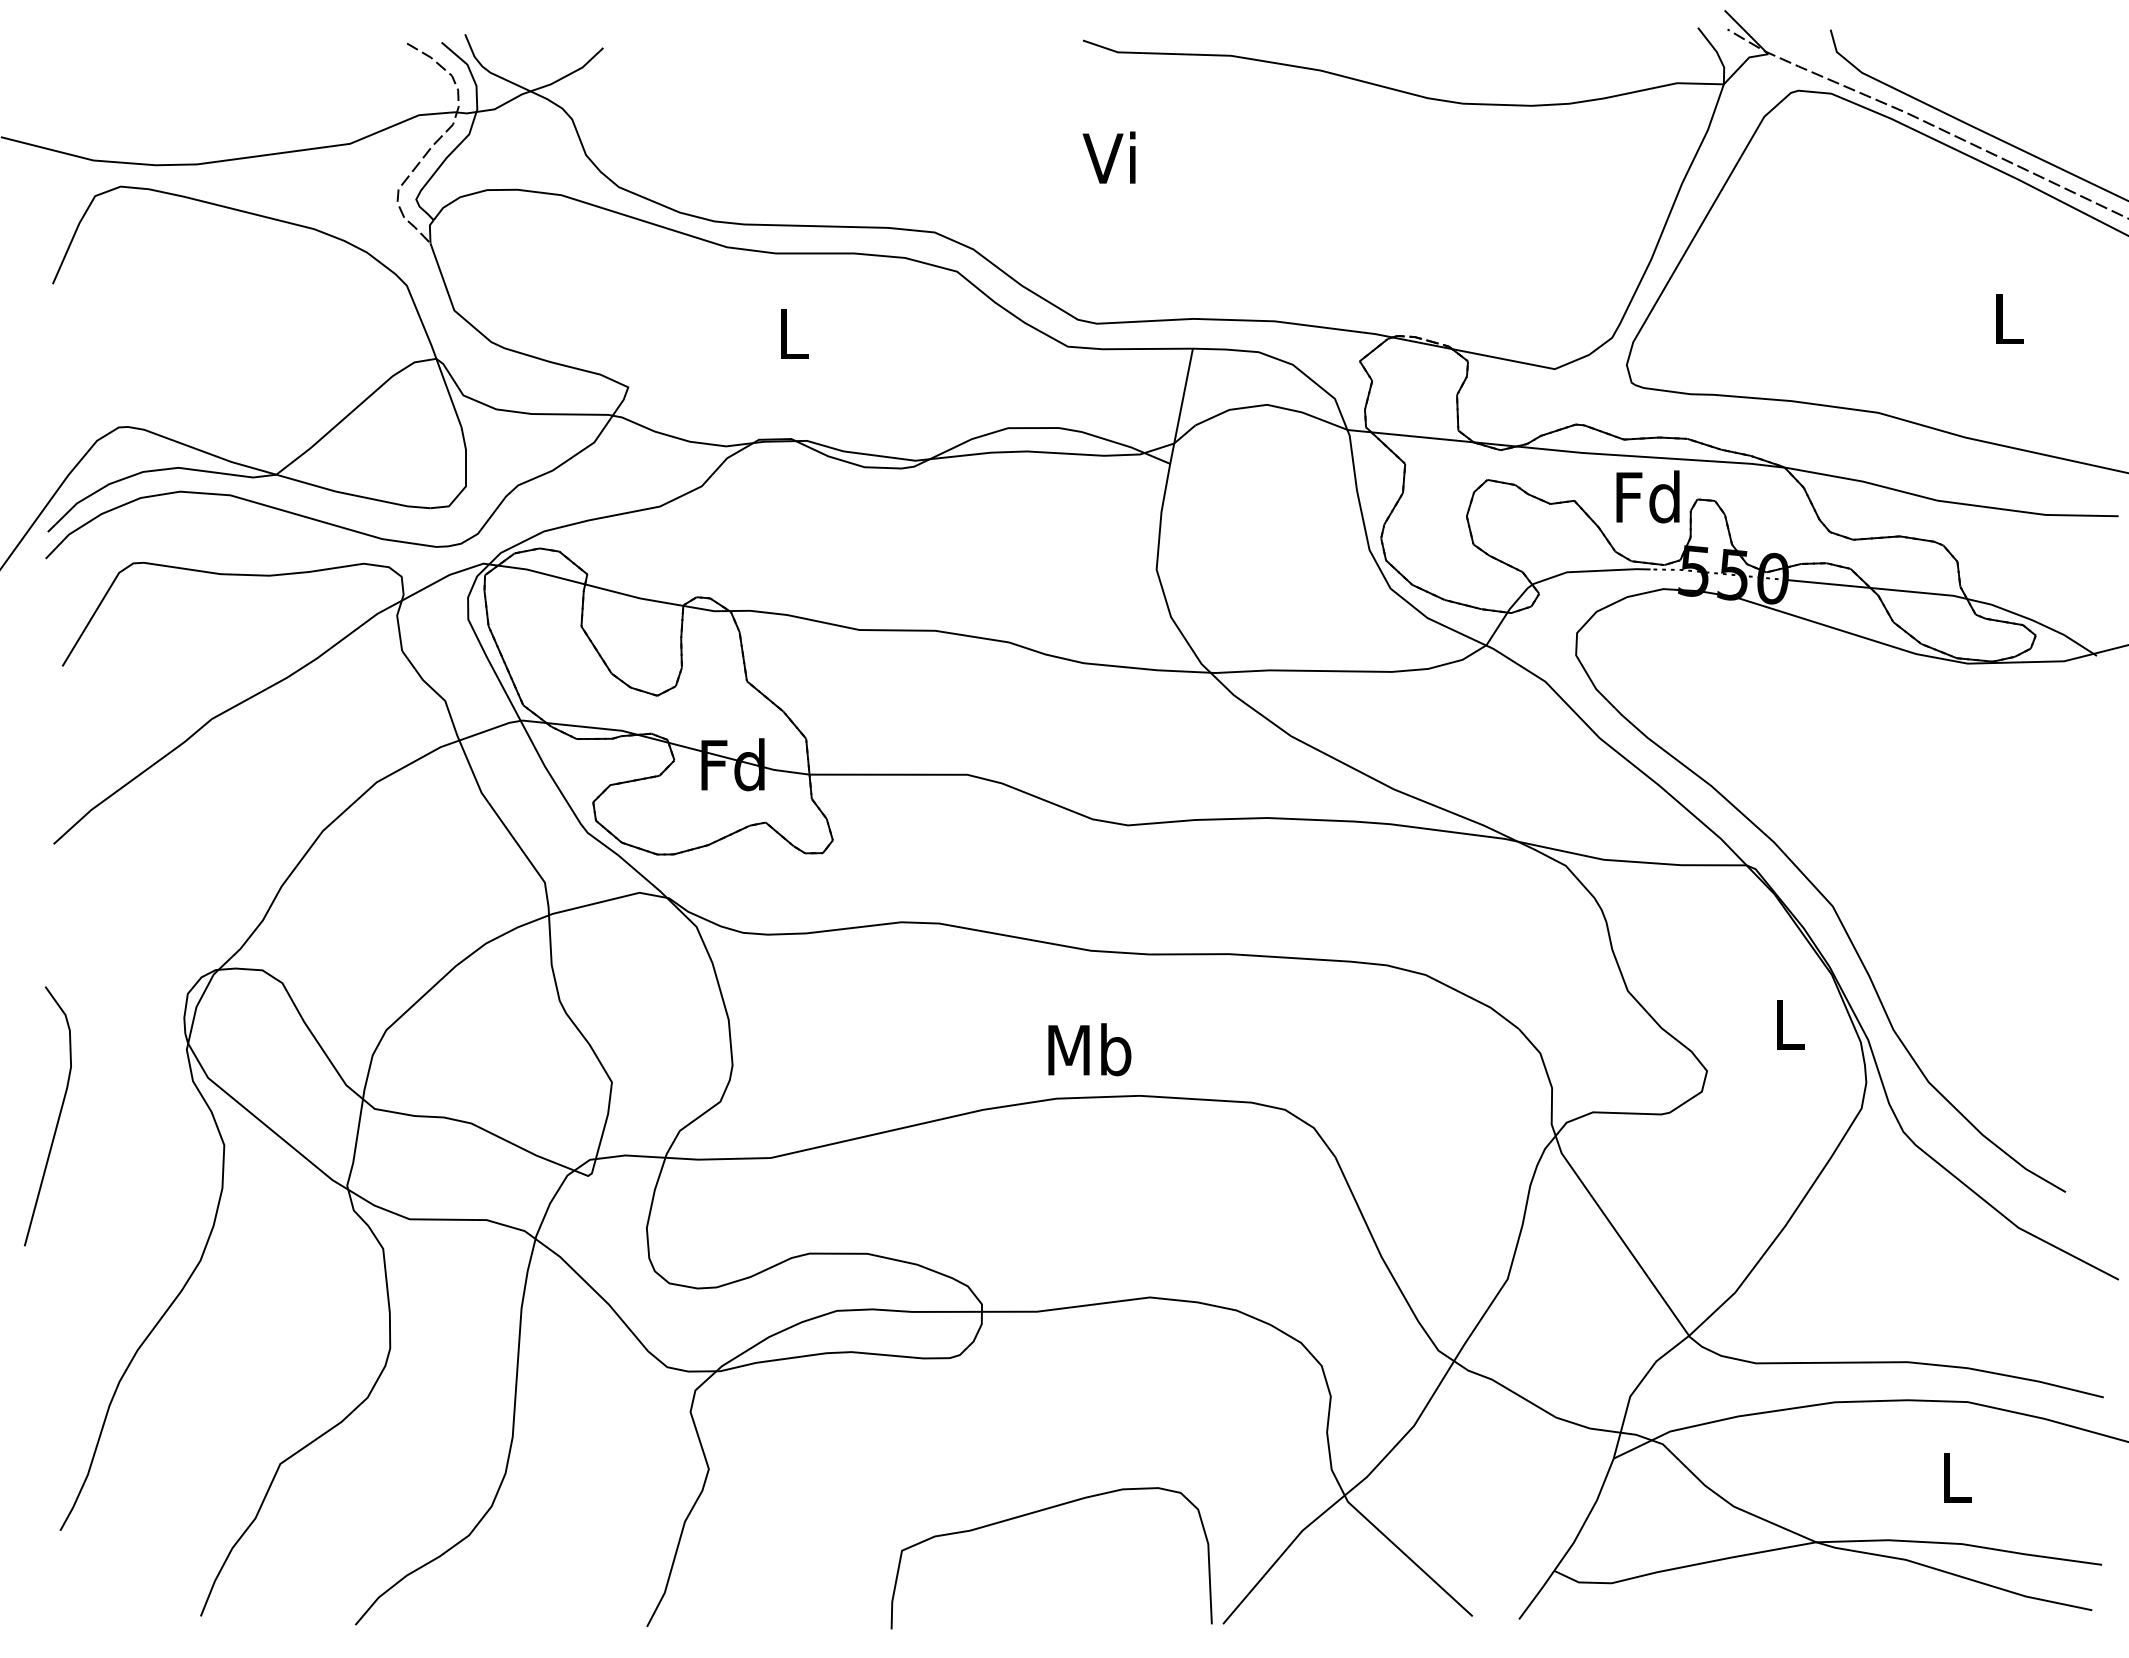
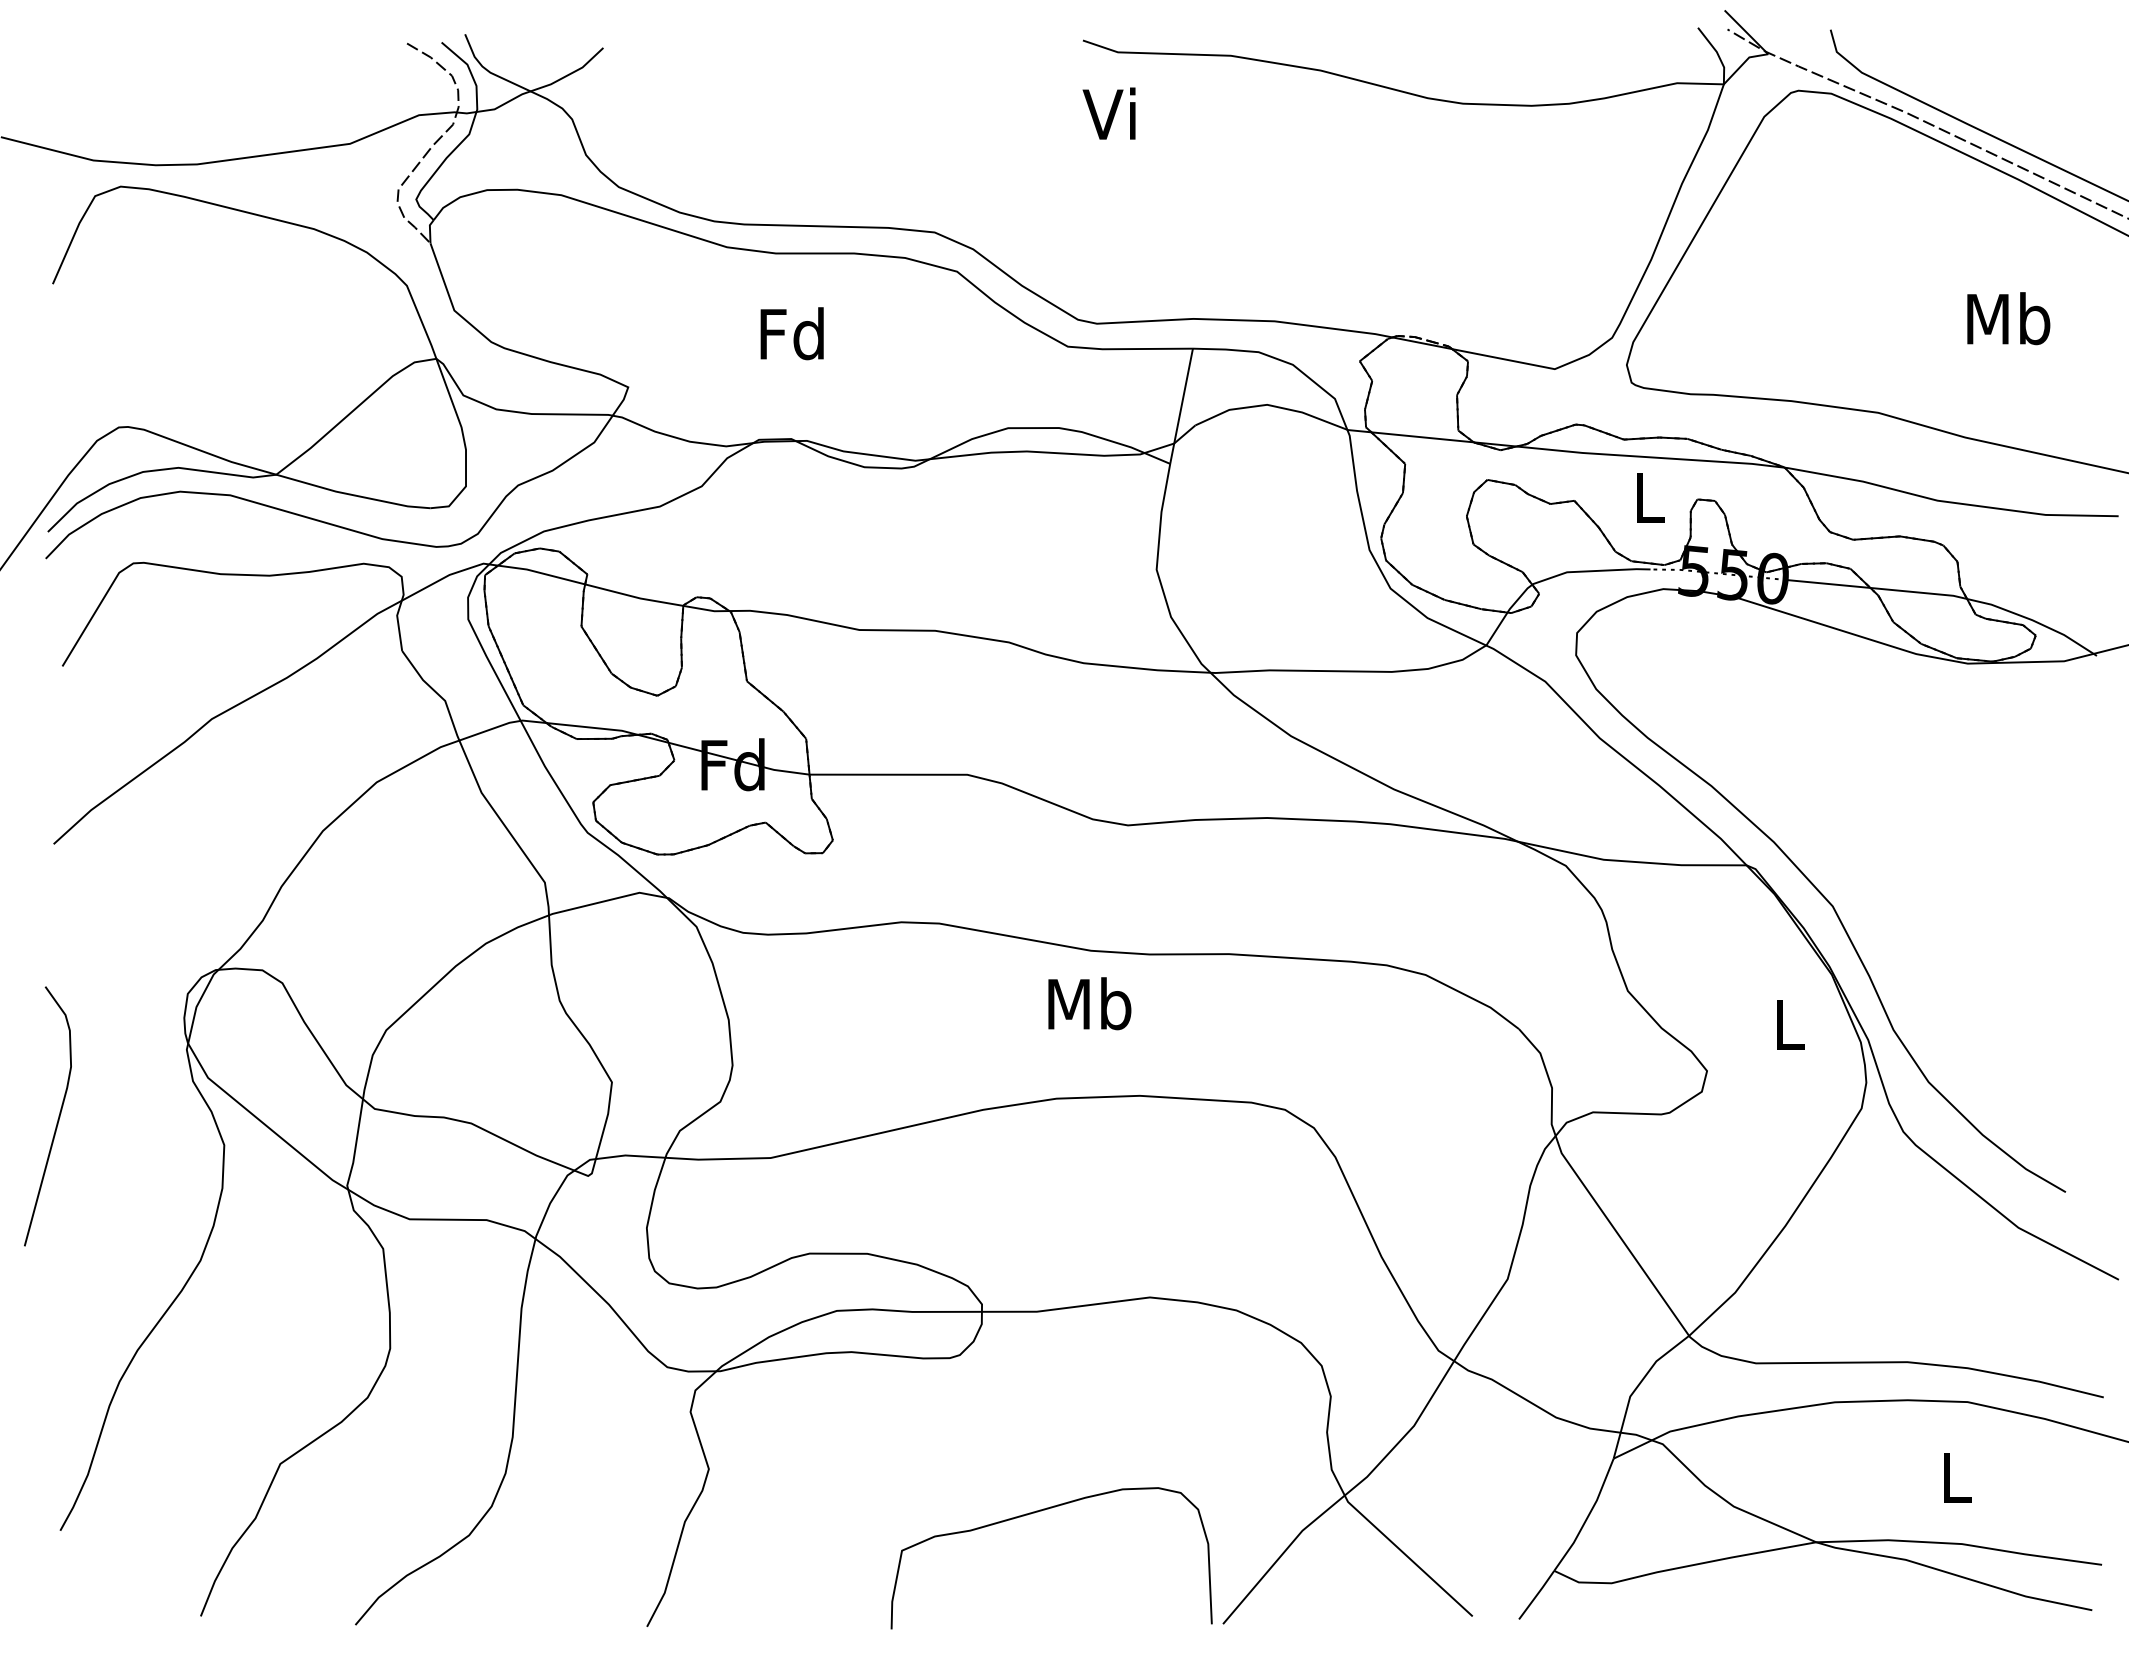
text at (1108, 157) position: (1108, 157) -> (1108, 113)
text at (2008, 318): L -> Mb
text at (791, 333): L -> Fd
text at (1647, 496): Fd -> L
text at (1089, 1049) position: (1089, 1049) -> (1089, 1003)
